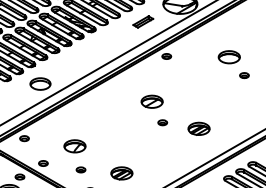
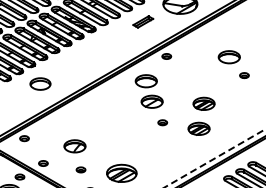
line at (107, 63): present -> none
part at (145, 81): none -> present
part at (203, 103): none -> present
line at (215, 158): solid -> dashed
part at (121, 173) size: 24x15 px -> 32x20 px
